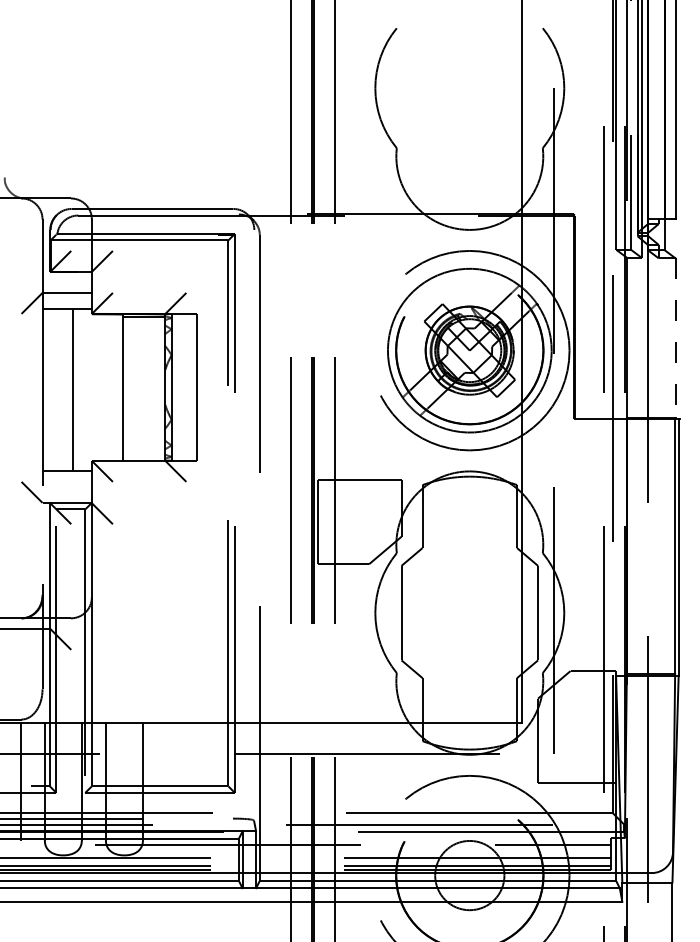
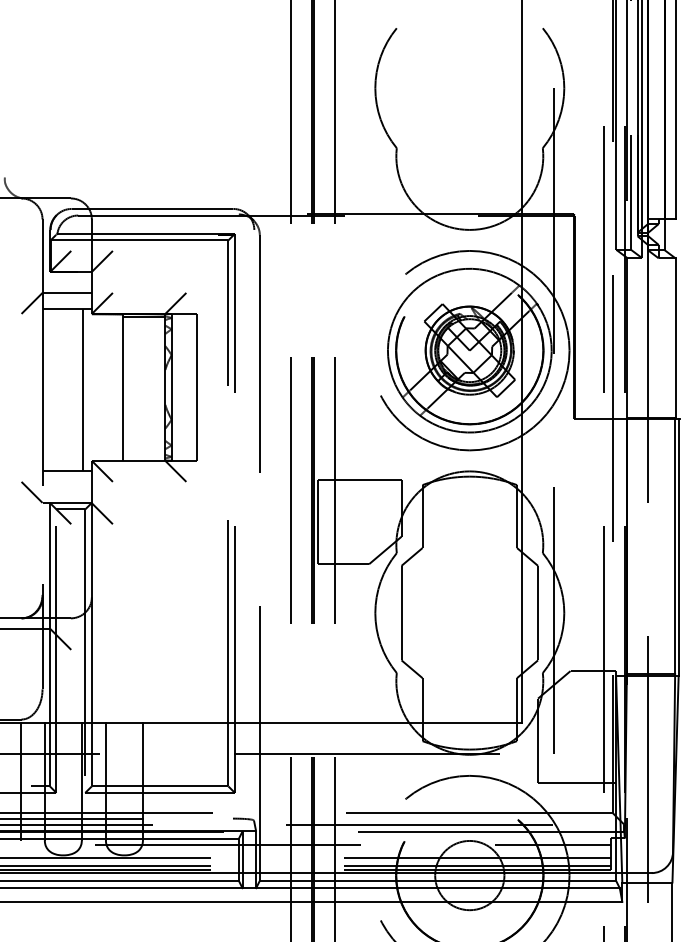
line at (675, 338): dashed -> solid
line at (72, 389) position: (72, 389) -> (82, 389)
